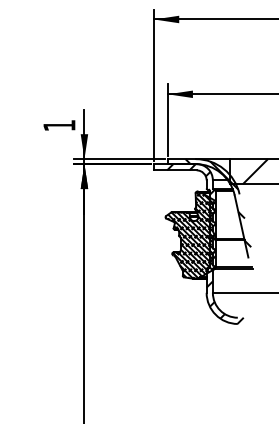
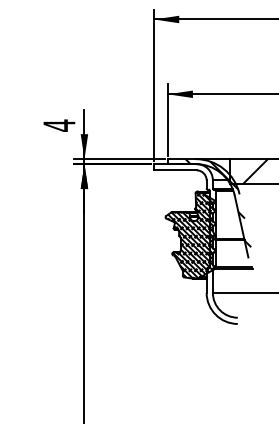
text at (59, 125): 1 -> 4
hatch at (205, 243): present -> none
